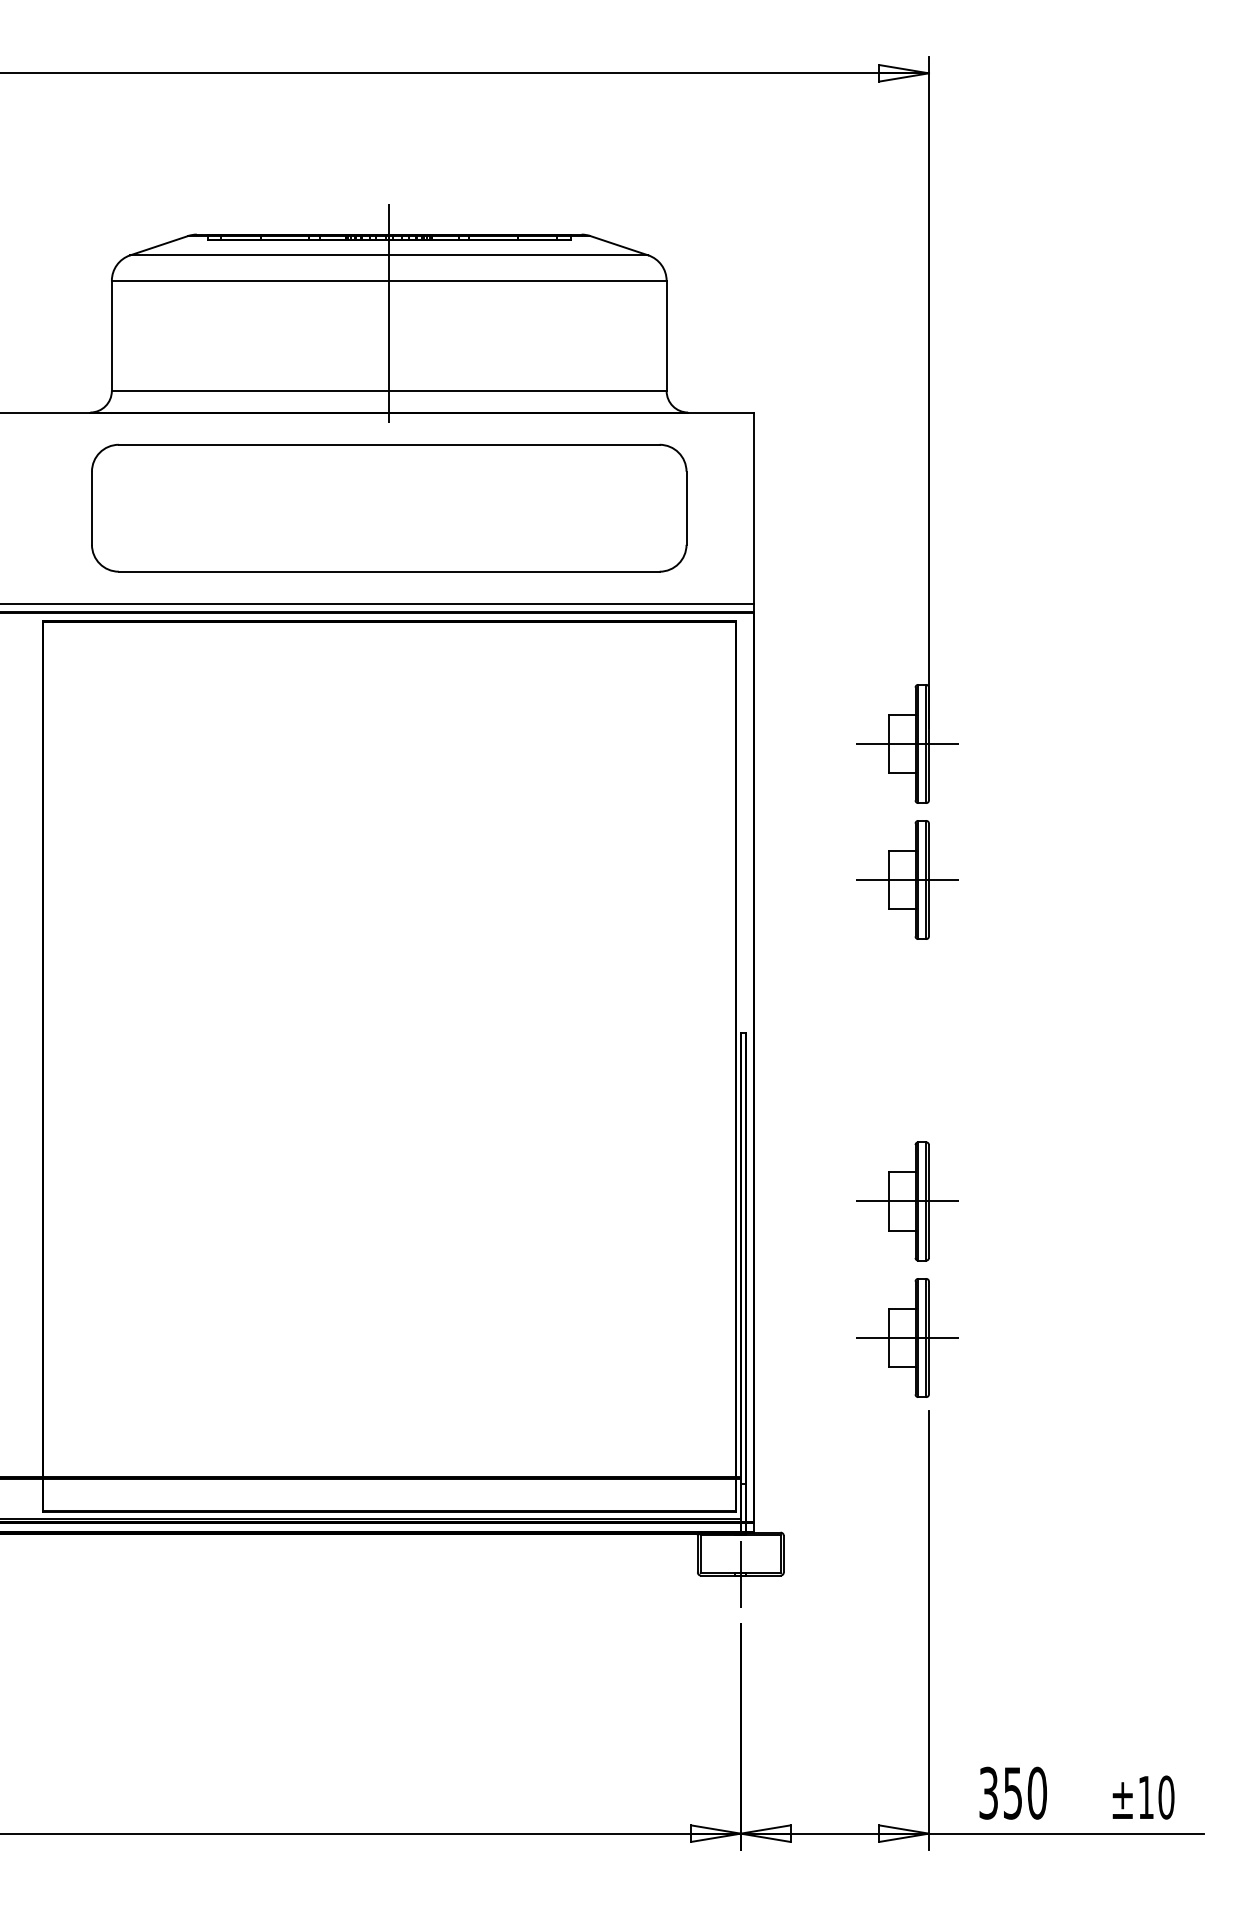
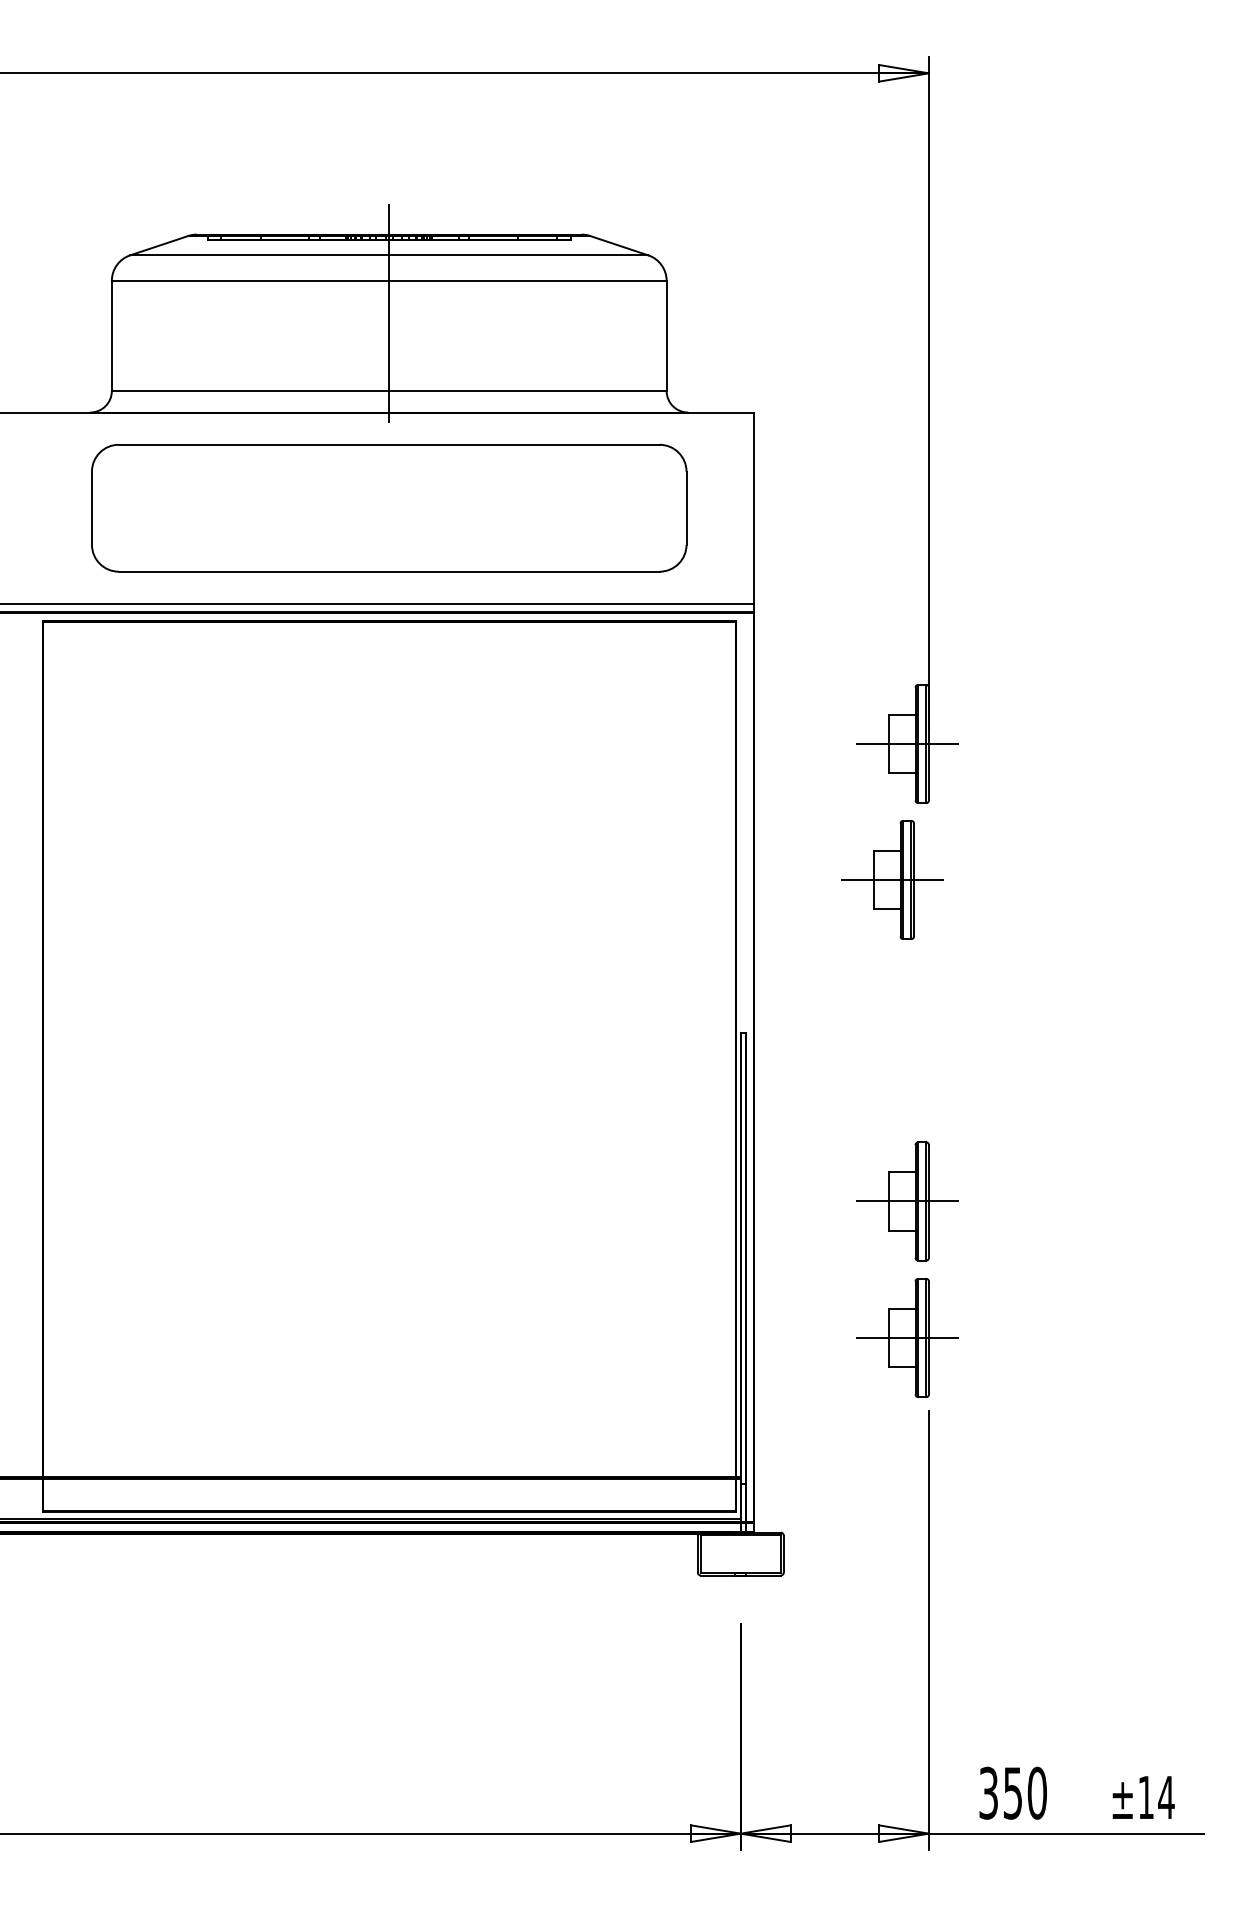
part at (907, 879) position: (907, 879) -> (892, 879)
line at (740, 1573): present -> none
text at (1166, 1797): ±10 -> ±14
